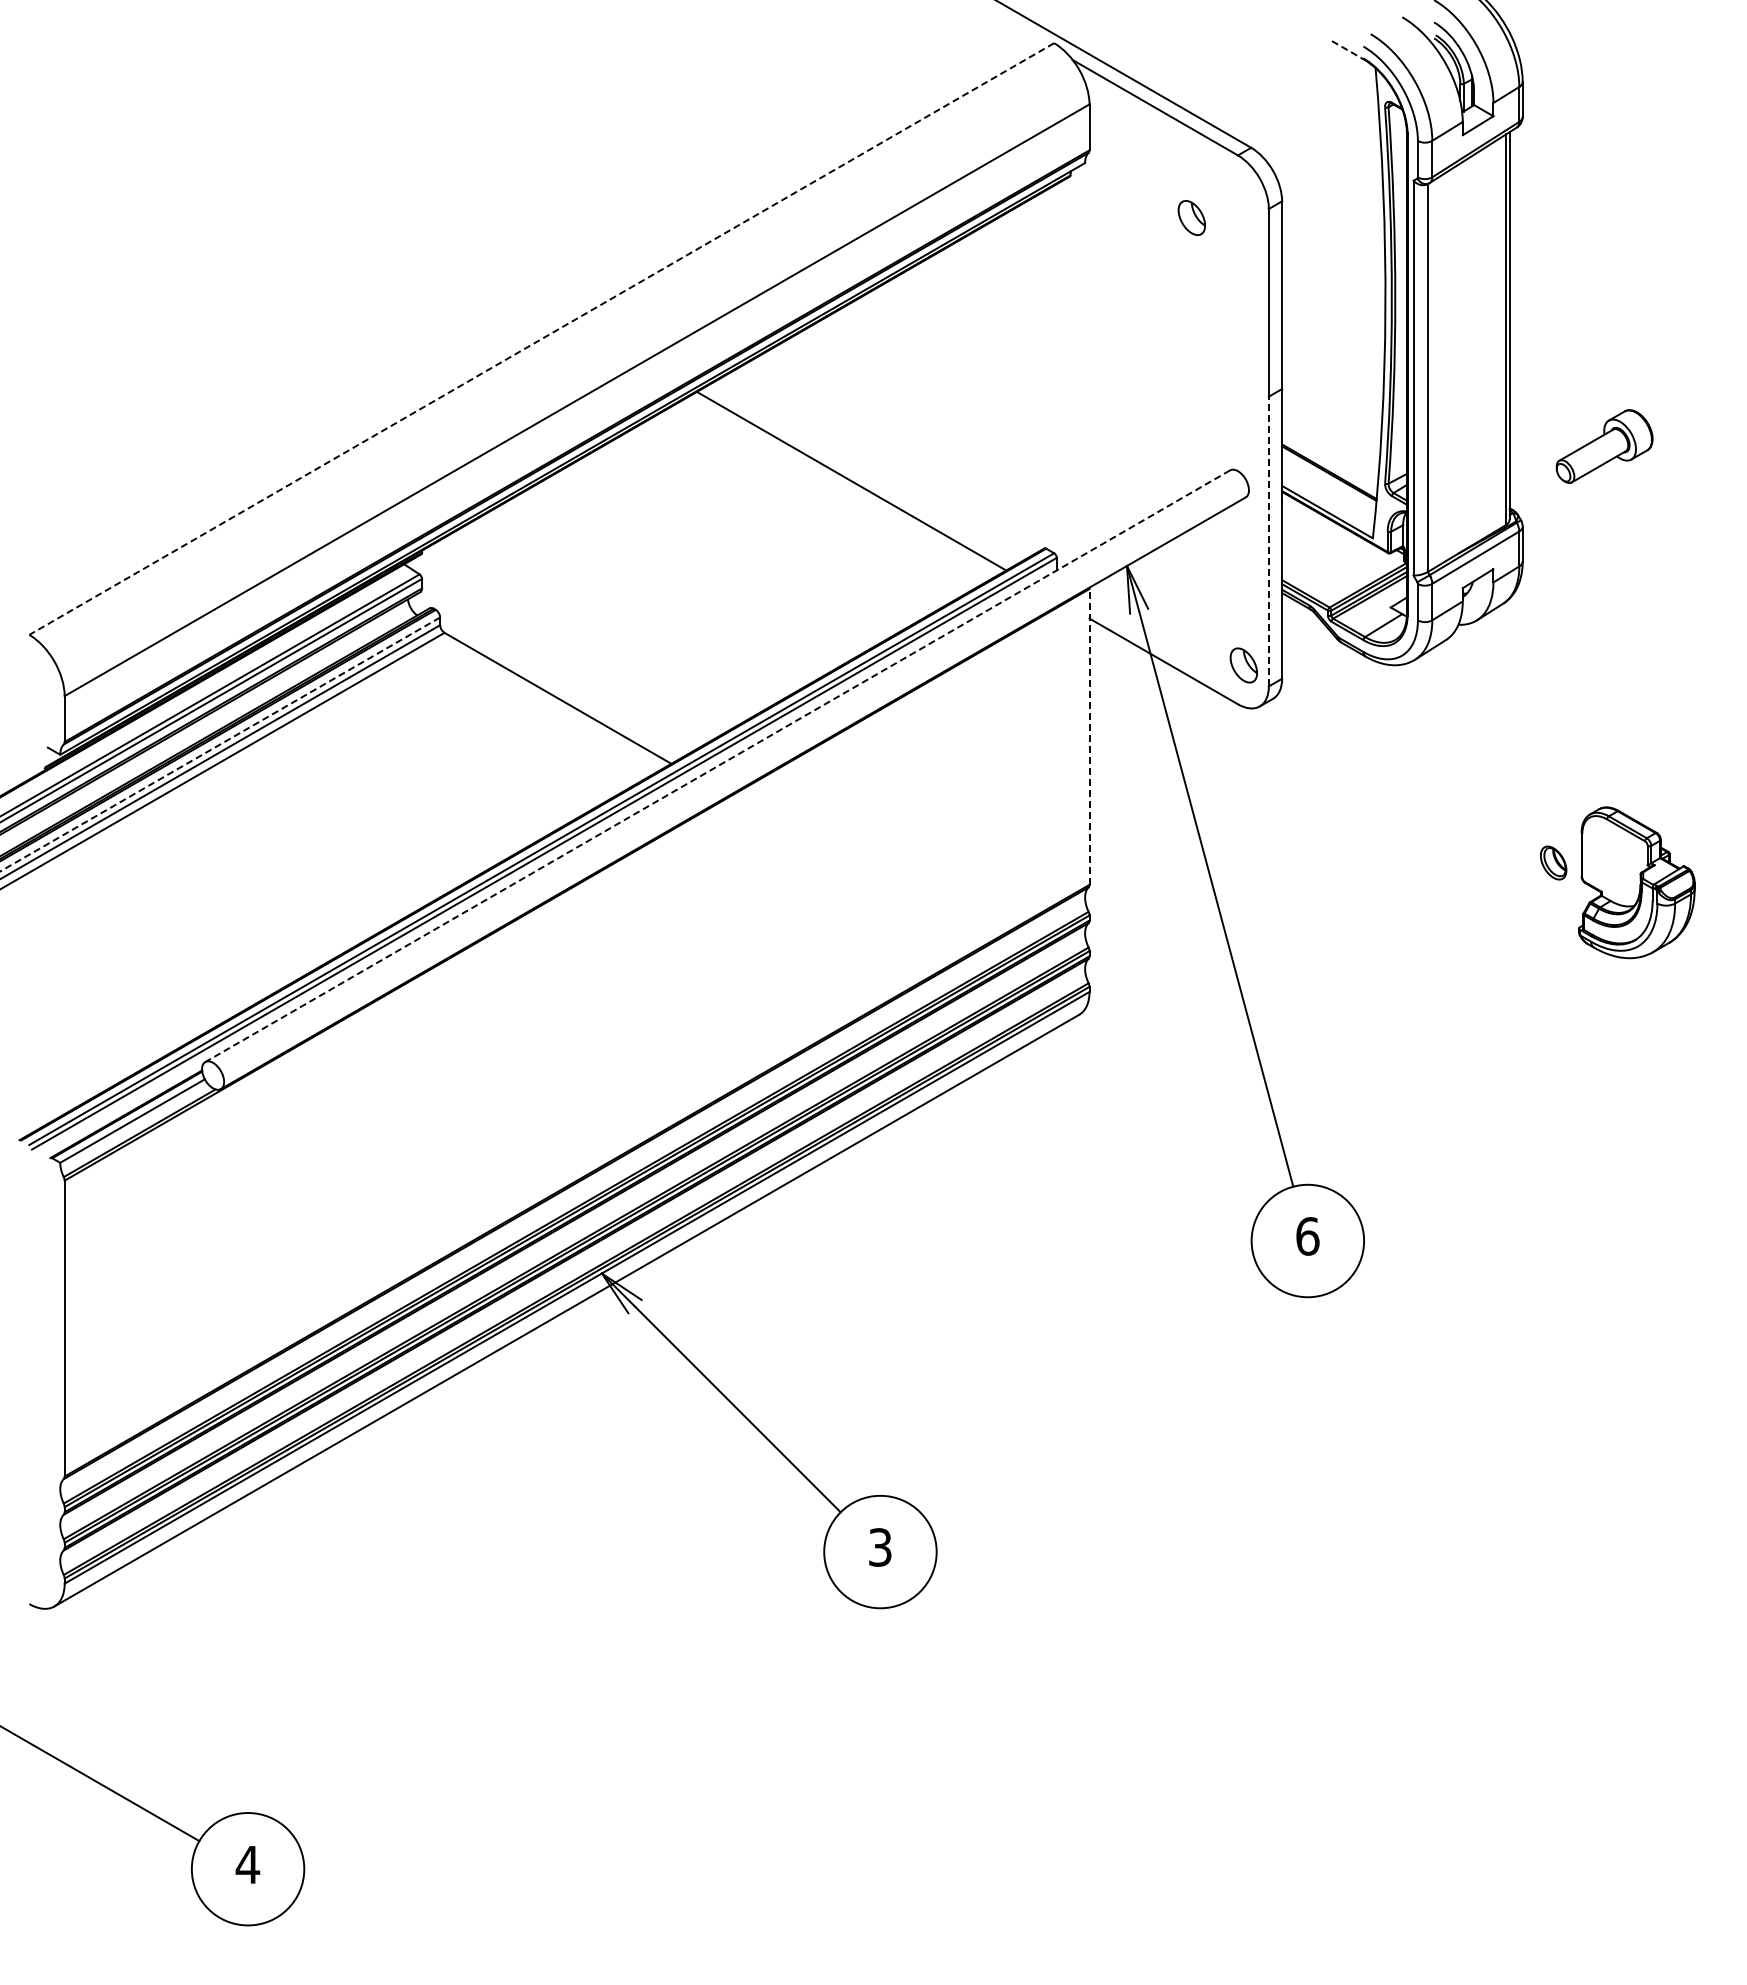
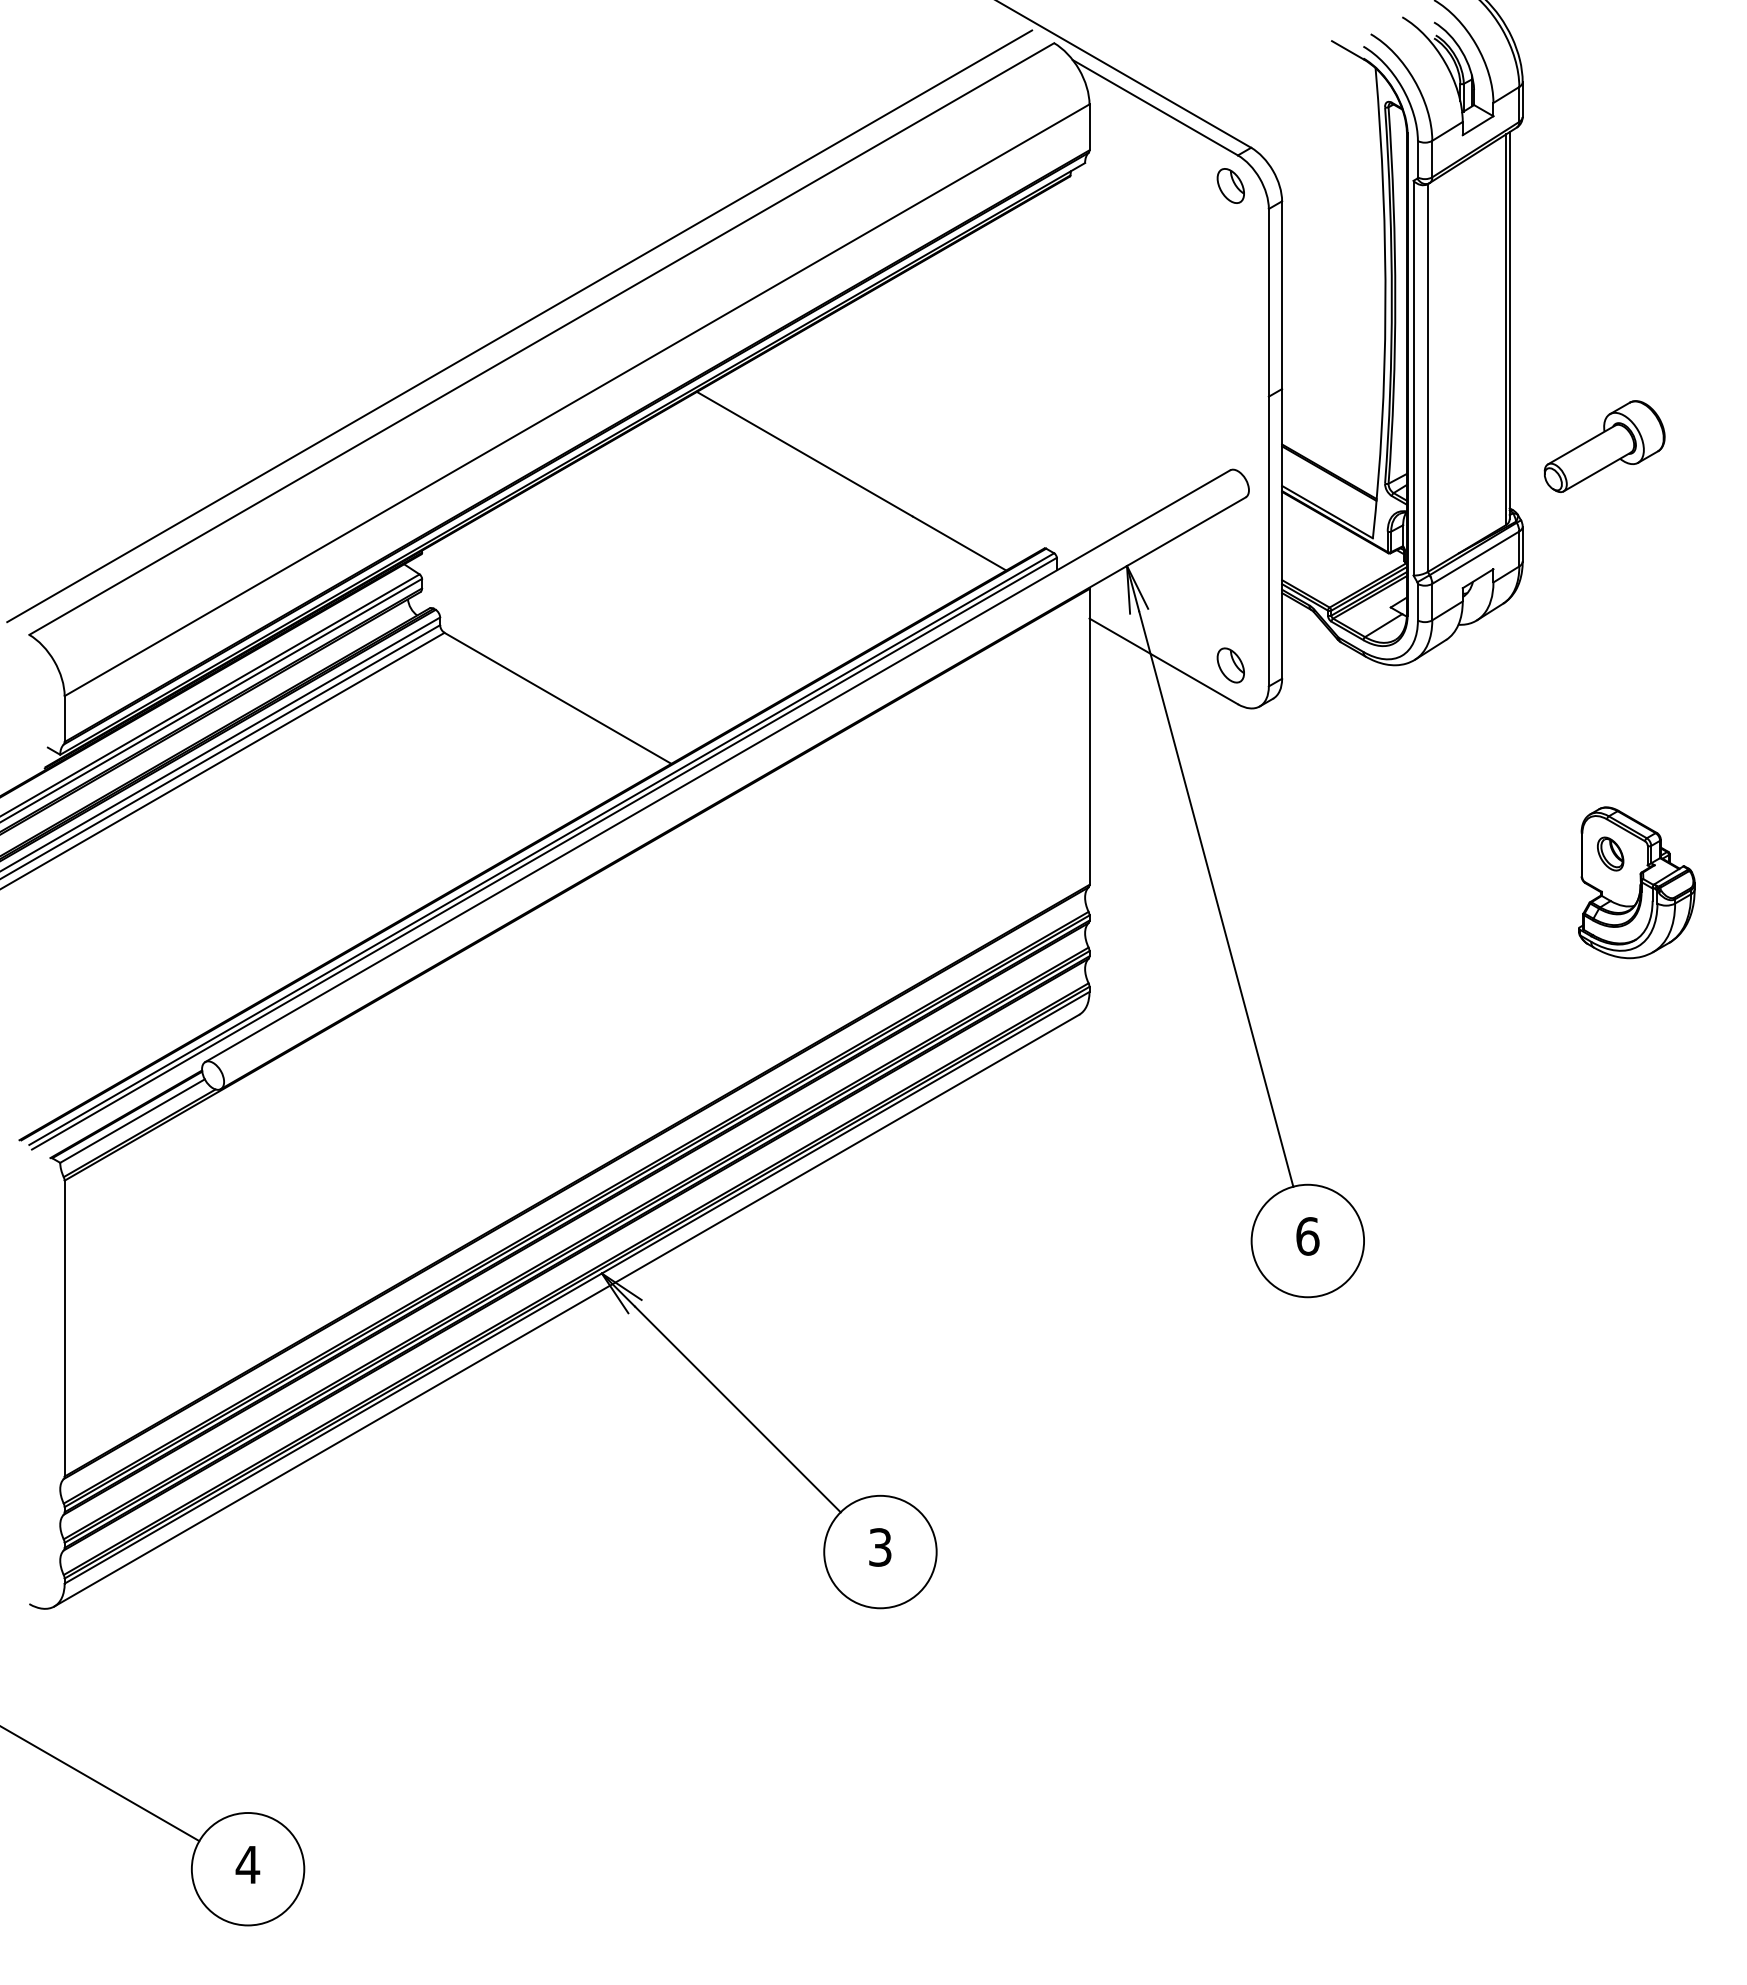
line at (1348, 50): dashed -> solid
part at (1191, 217) position: (1191, 217) -> (1230, 185)
line at (519, 326): none -> present
line at (541, 339): dashed -> solid
part at (1604, 446) size: 99x75 px -> 123x93 px
line at (1268, 541): dashed -> solid
part at (1243, 665) position: (1243, 665) -> (1230, 665)
line at (1089, 736): dashed -> solid
line at (220, 744): dashed -> solid
line at (717, 766): dashed -> solid
part at (1553, 862) position: (1553, 862) -> (1610, 853)
